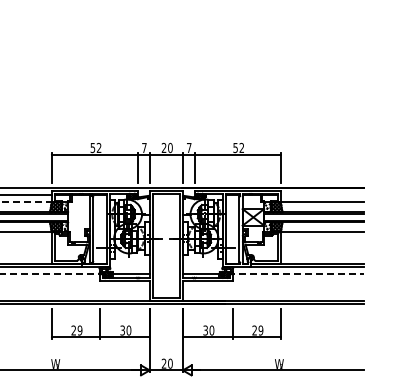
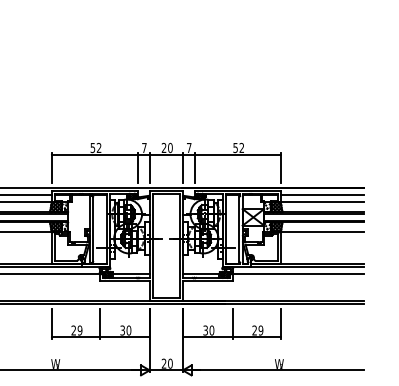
line at (321, 194): none -> present
line at (26, 202): dashed -> solid
line at (52, 274): dashed -> solid
line at (296, 274): dashed -> solid
